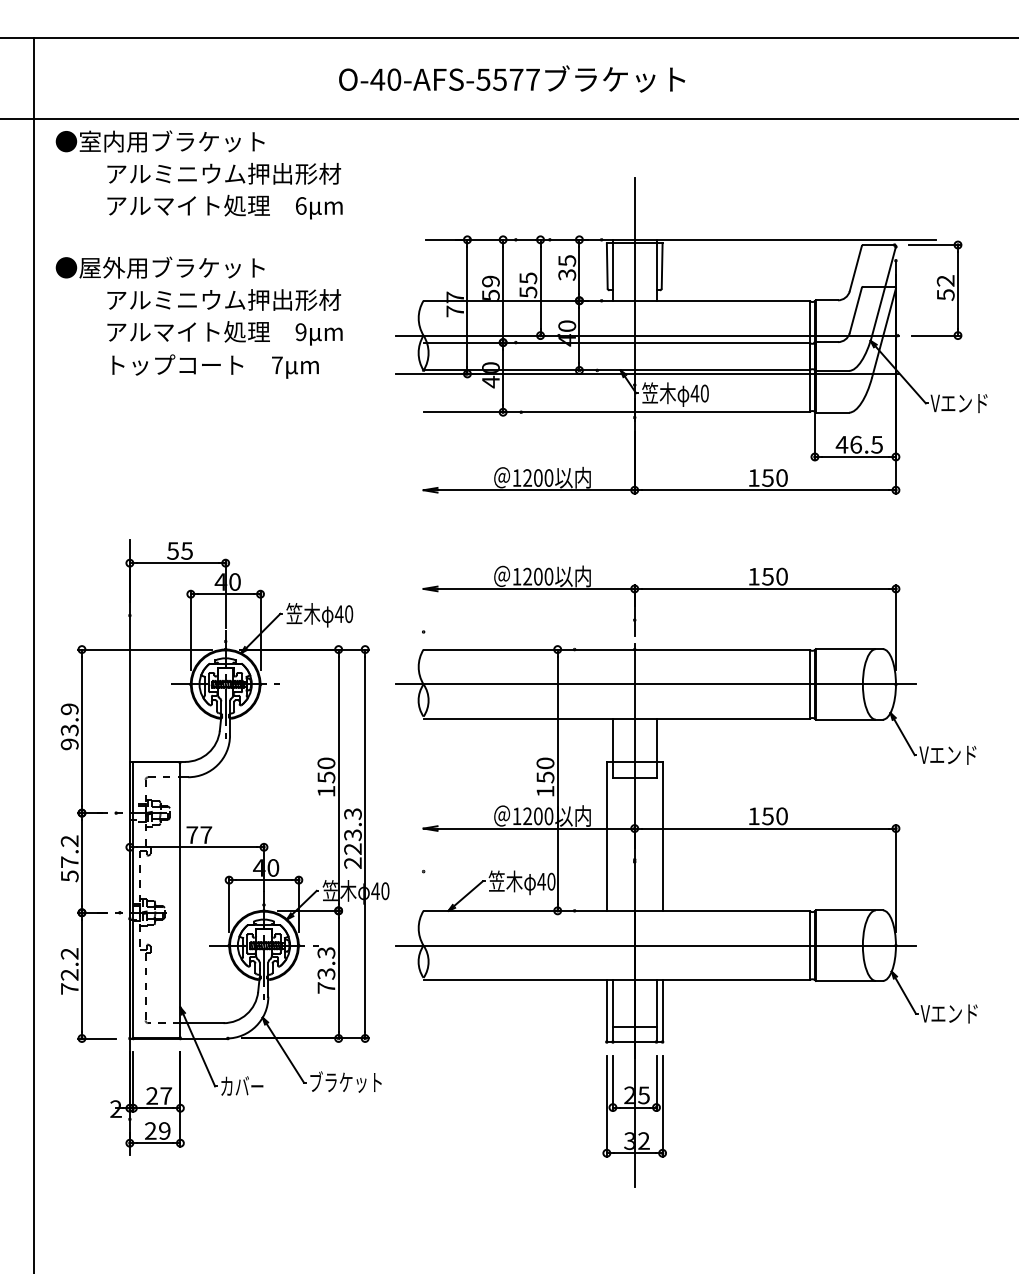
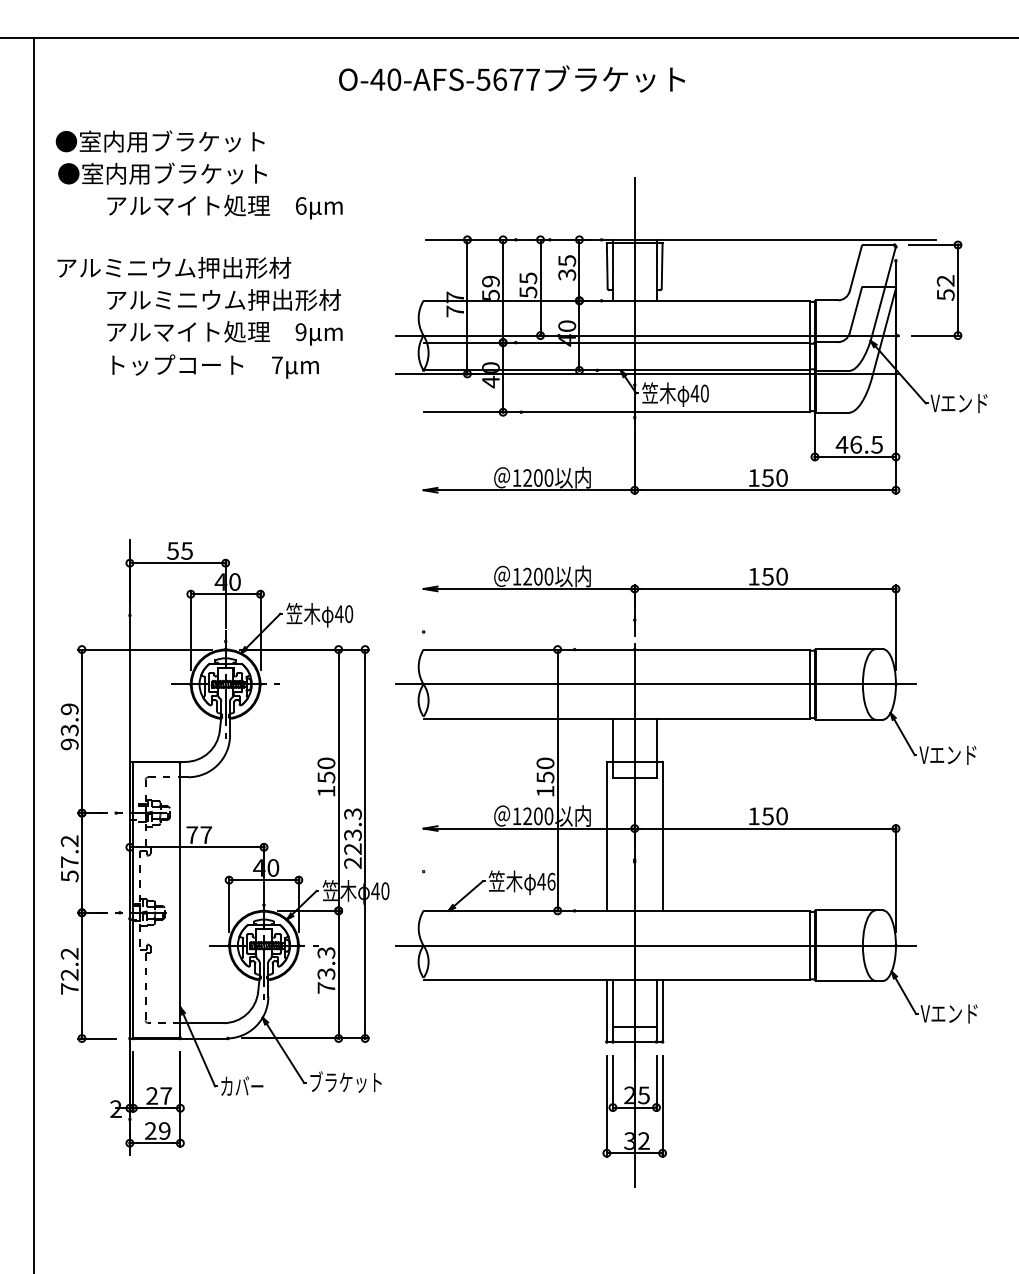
text at (500, 79): O-40-AFS-5577 -> O-40-AFS-5677
line at (508, 118): present -> none
text at (199, 173): アルミニウム押出形材 -> ●室内用ブラケット
text at (173, 267): ●屋外用ブラケット -> アルミニウム押出形材
text at (551, 881): 40 -> 46
